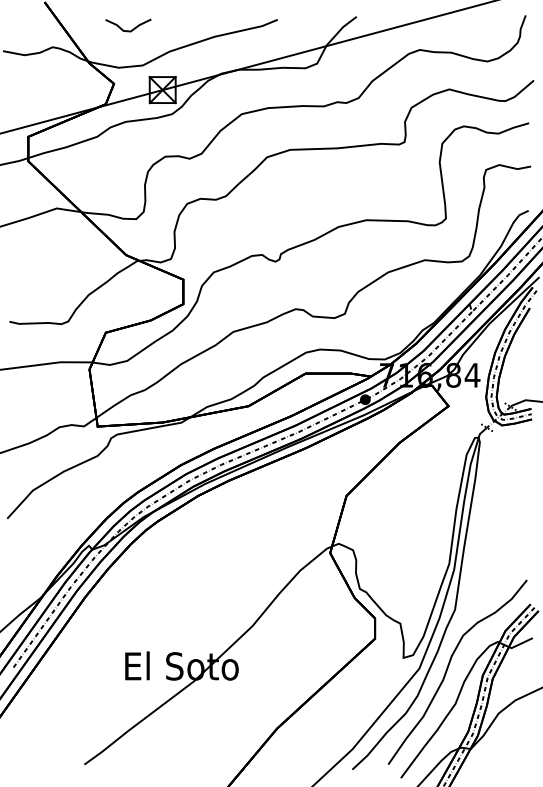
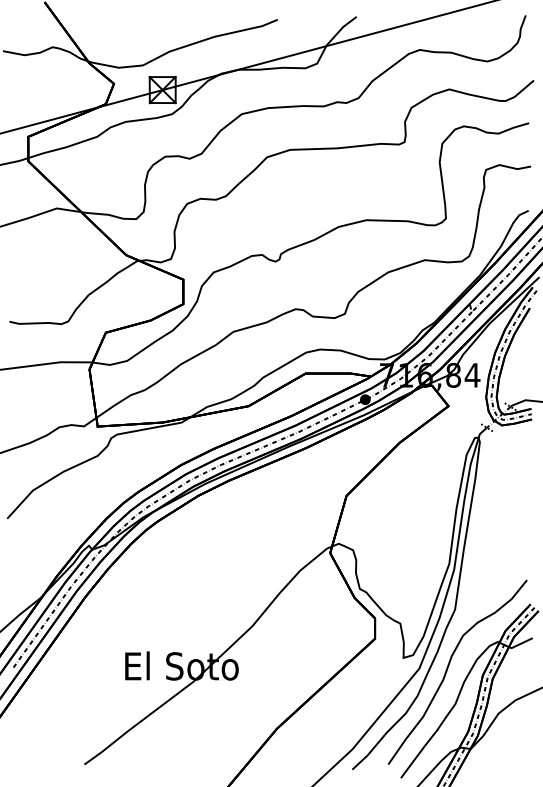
curve at (131, 29): present -> none
